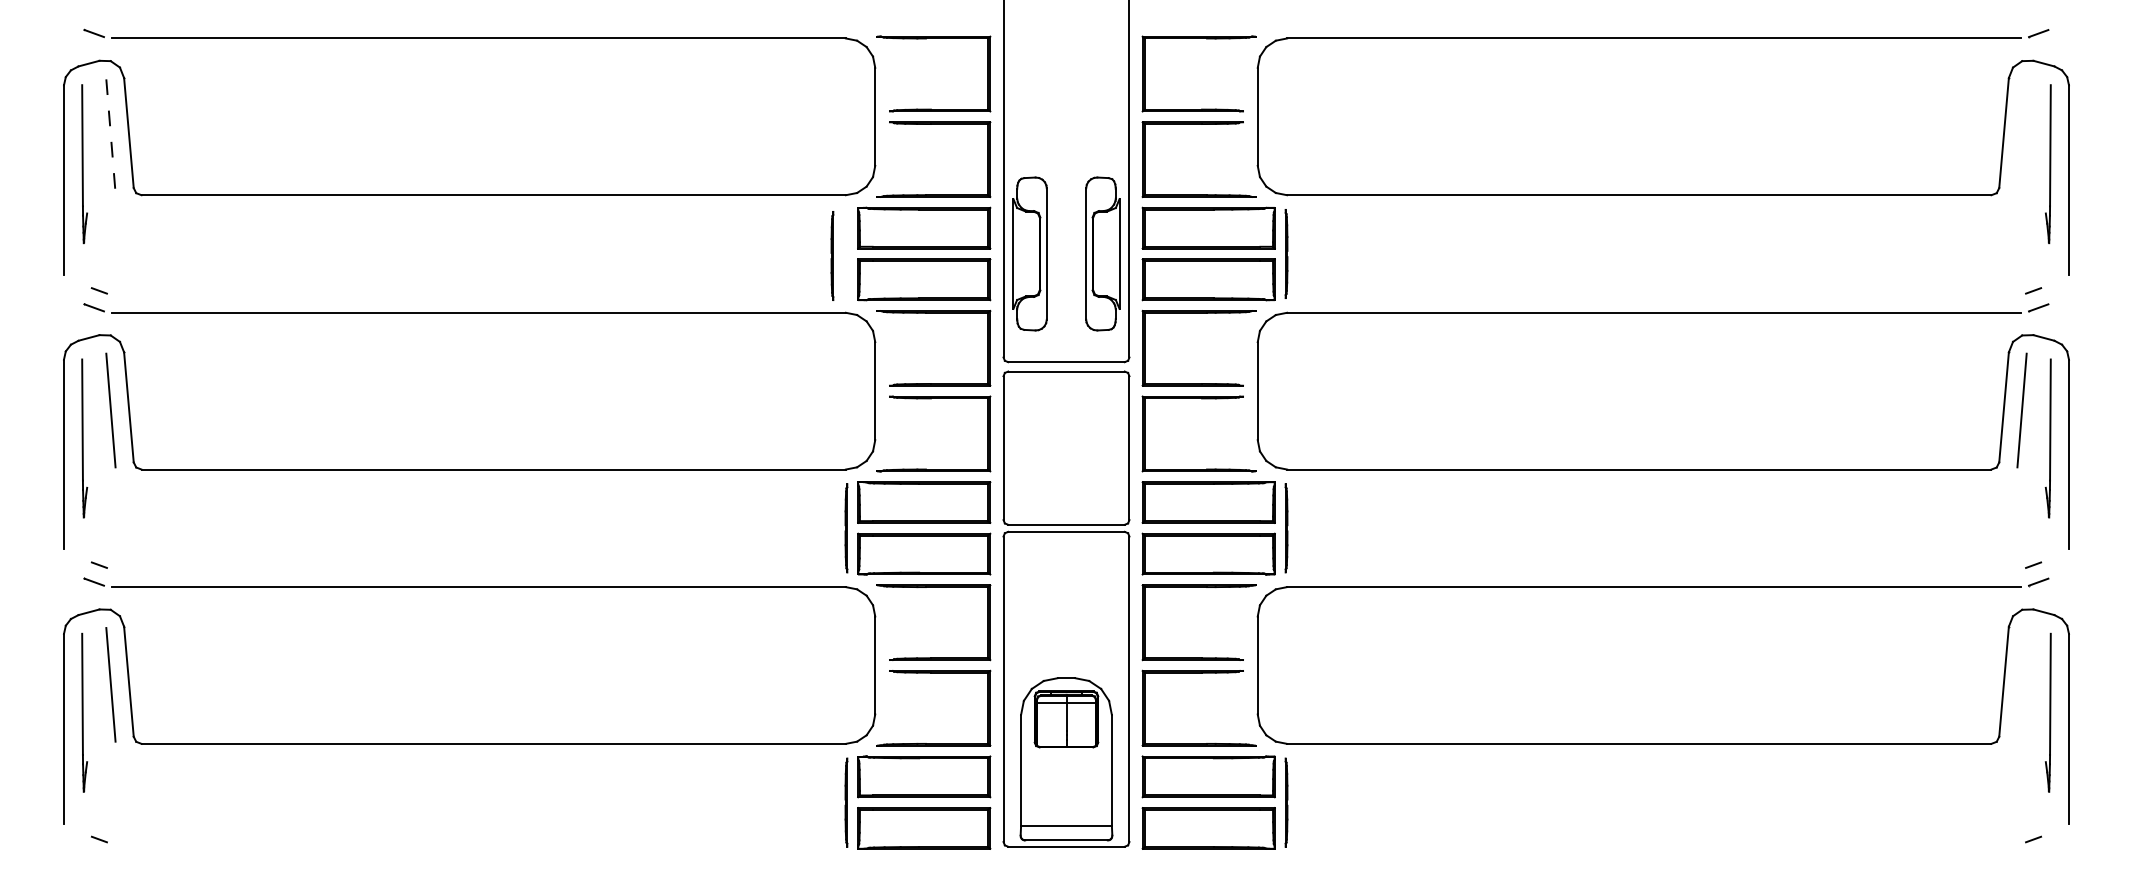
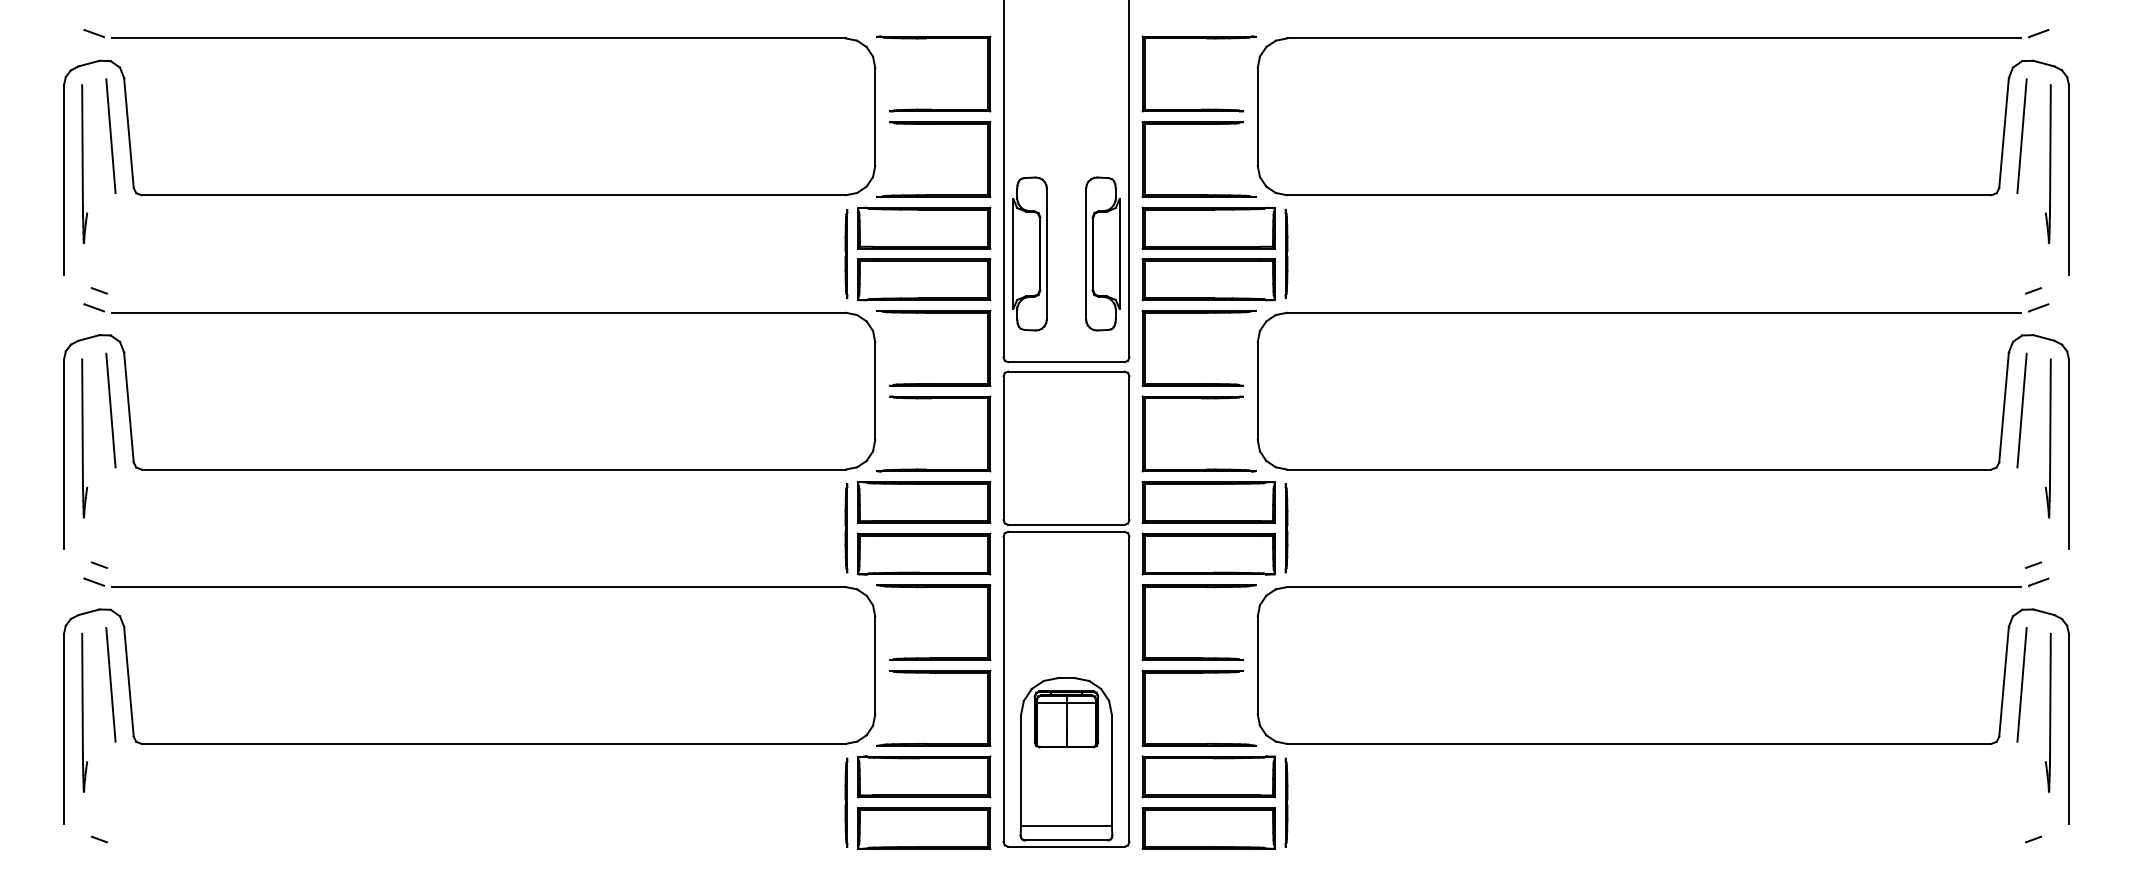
line at (110, 136): dashed -> solid
line at (2021, 136): none -> present
line at (832, 255) position: (832, 255) -> (846, 253)
line at (2021, 684): none -> present
